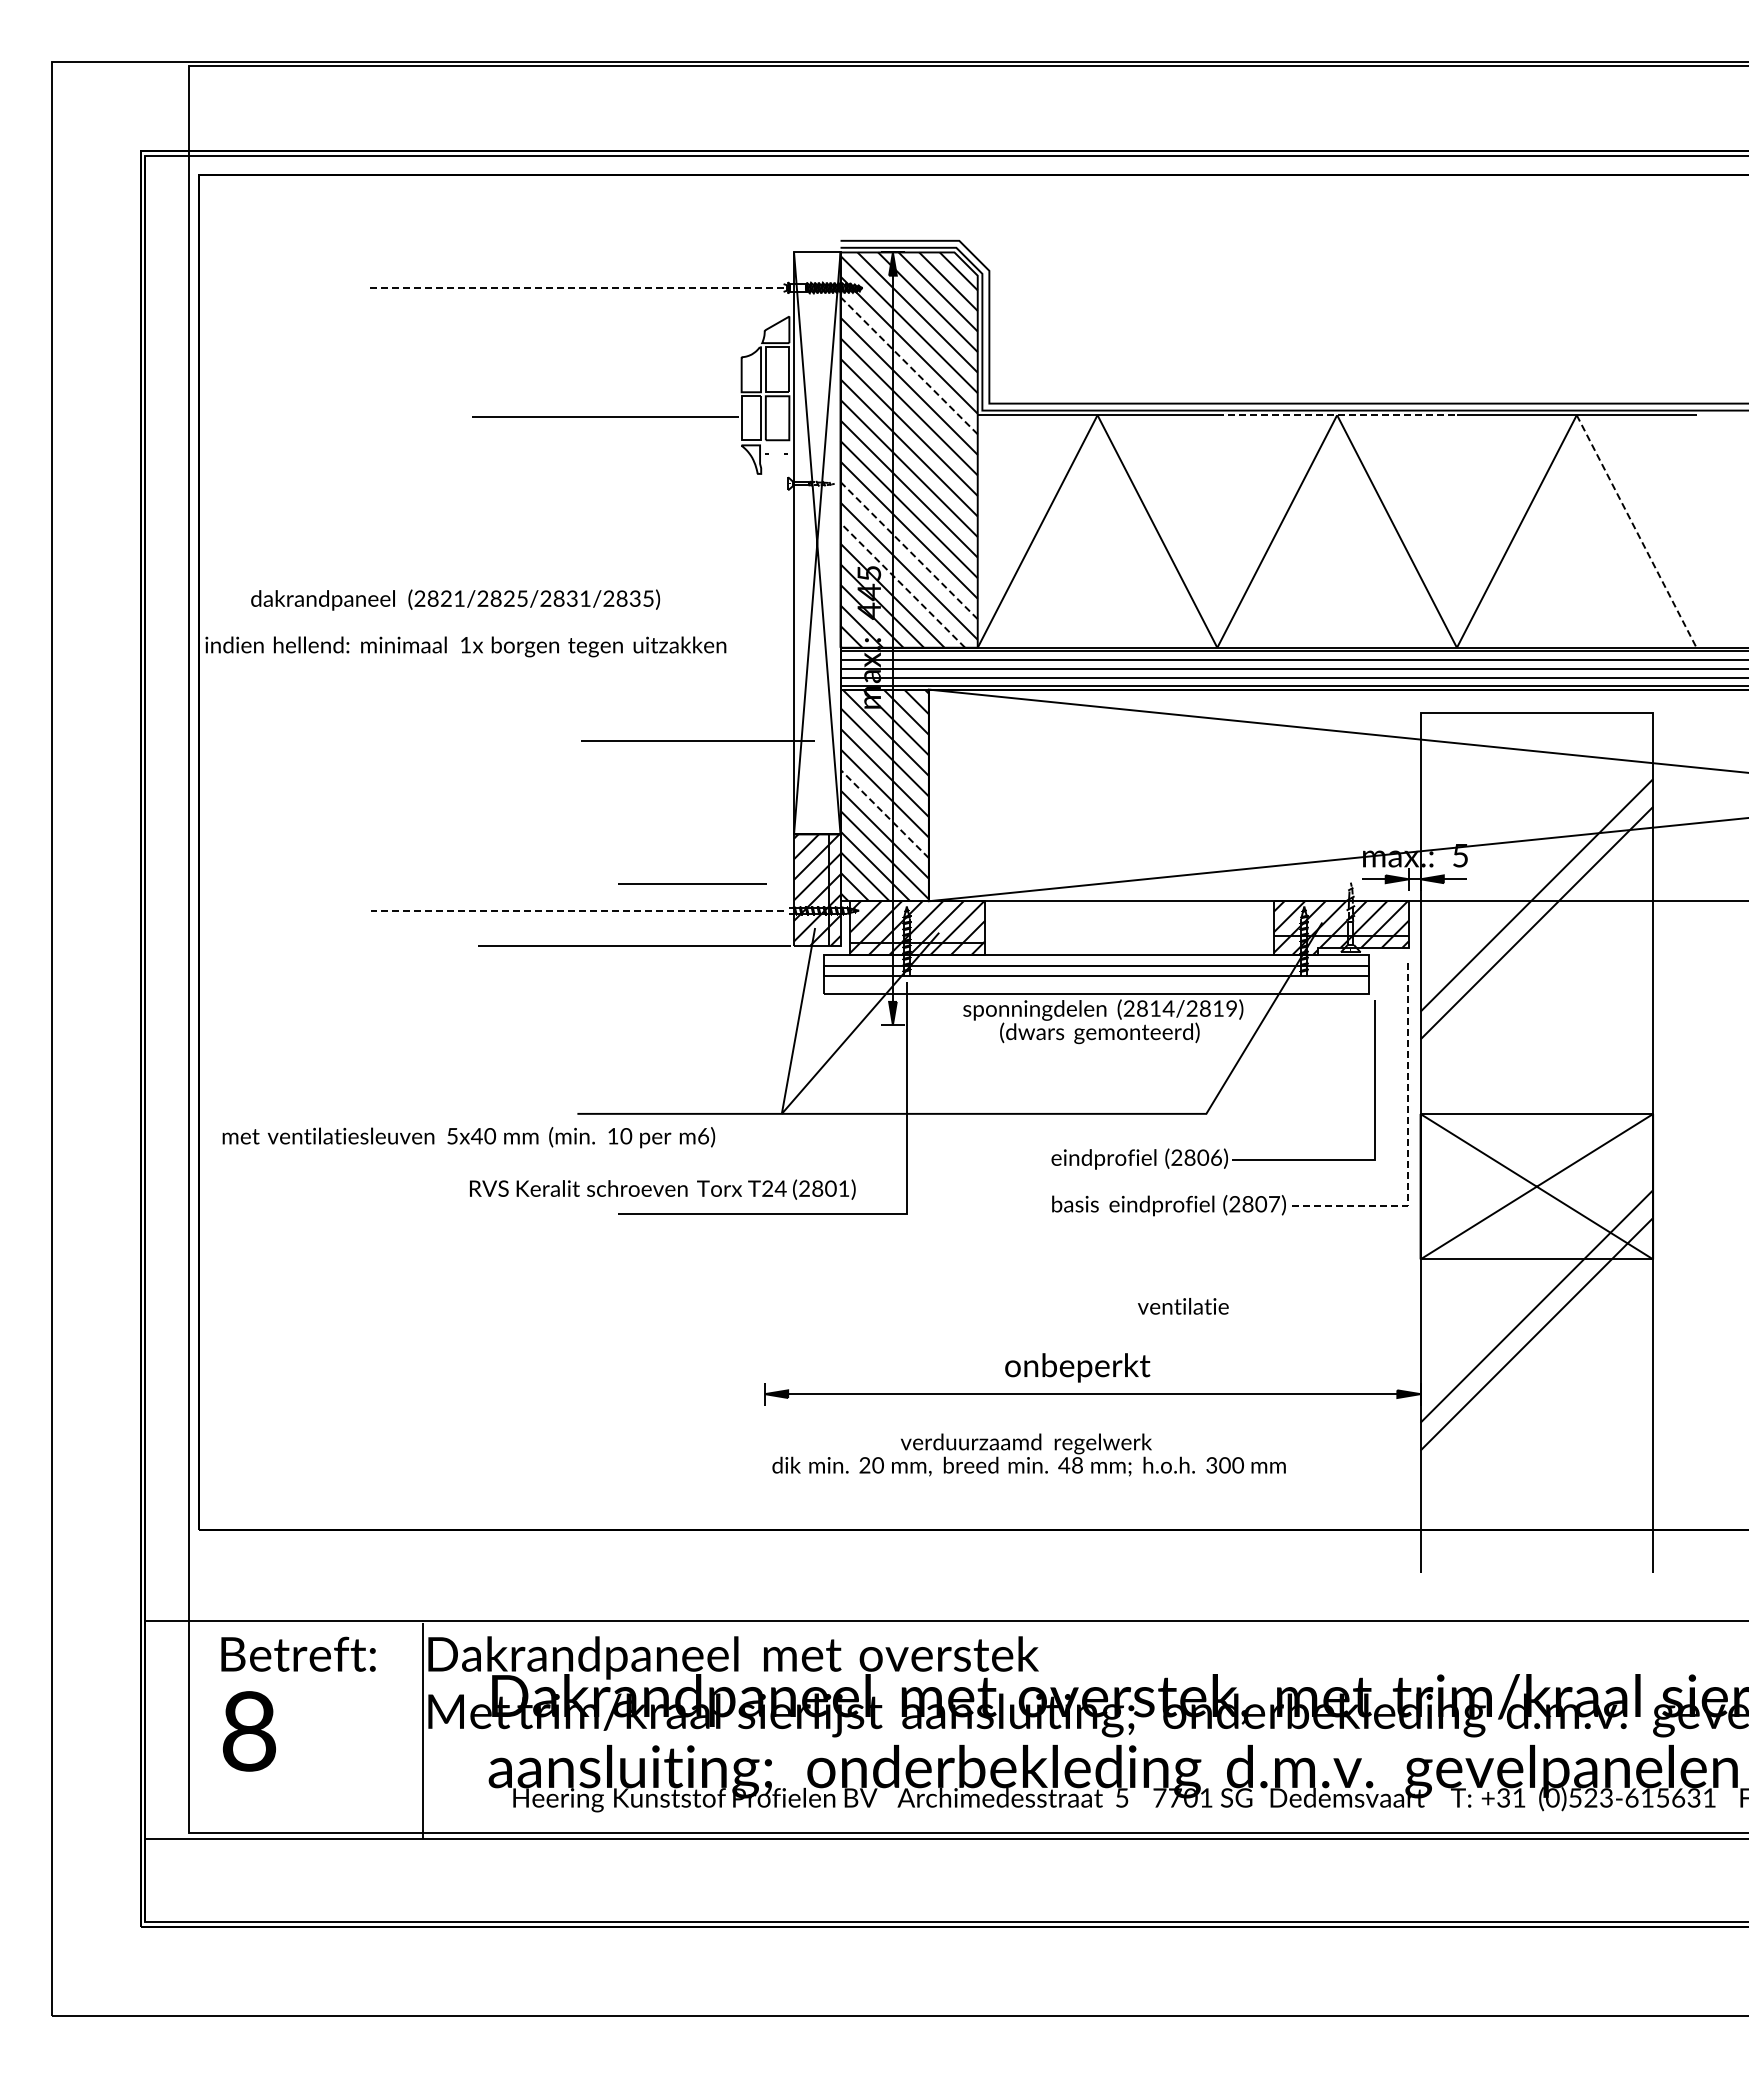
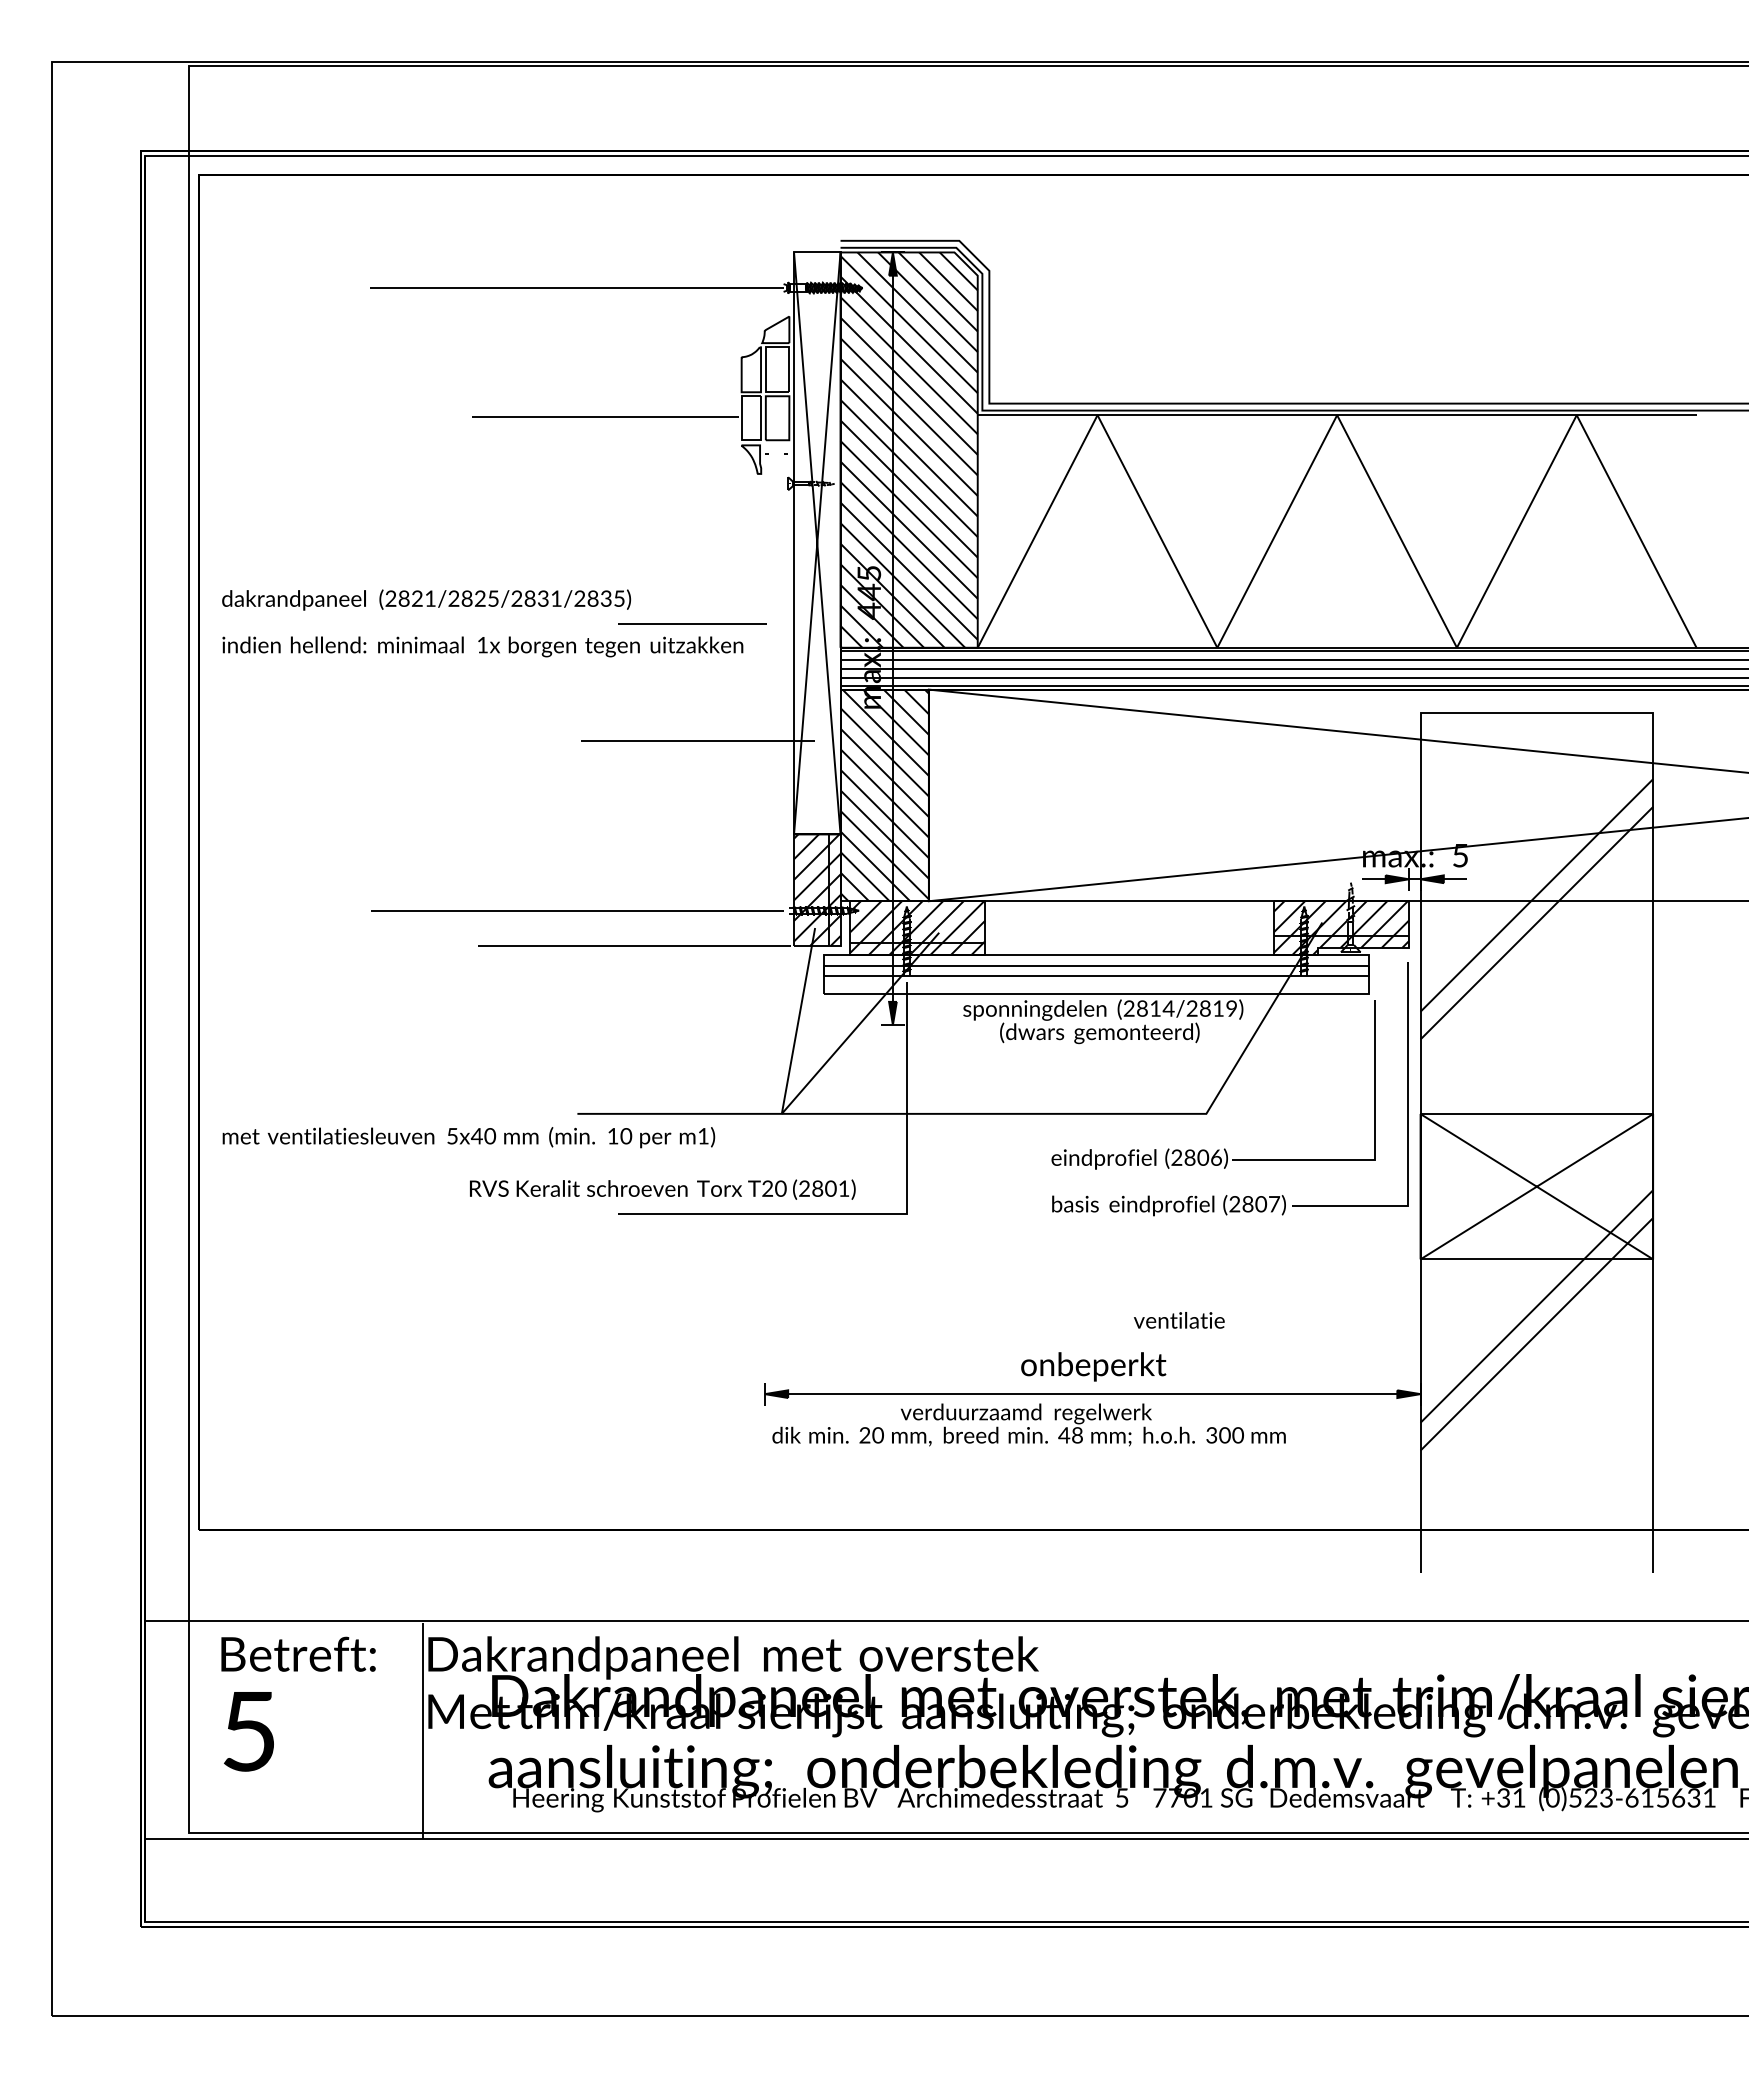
line at (576, 287): dashed -> solid
line at (908, 365): dashed -> solid
line at (1337, 415): dashed -> solid
line at (1636, 531): dashed -> solid
line at (908, 550): dashed -> solid
line at (902, 585): dashed -> solid
text at (455, 599) position: (455, 599) -> (426, 599)
text at (465, 646) position: (465, 646) -> (482, 646)
line at (884, 813): dashed -> solid
line at (692, 883) position: (692, 883) -> (692, 623)
line at (577, 910): dashed -> solid
text at (703, 1136): m6) -> m1)
line at (1407, 1142): dashed -> solid
text at (780, 1188): T24 -> T20
text at (1183, 1306) position: (1183, 1306) -> (1179, 1320)
text at (1077, 1367) position: (1077, 1367) -> (1093, 1366)
text at (1028, 1454) position: (1028, 1454) -> (1028, 1424)
text at (249, 1731): 8 -> 5
